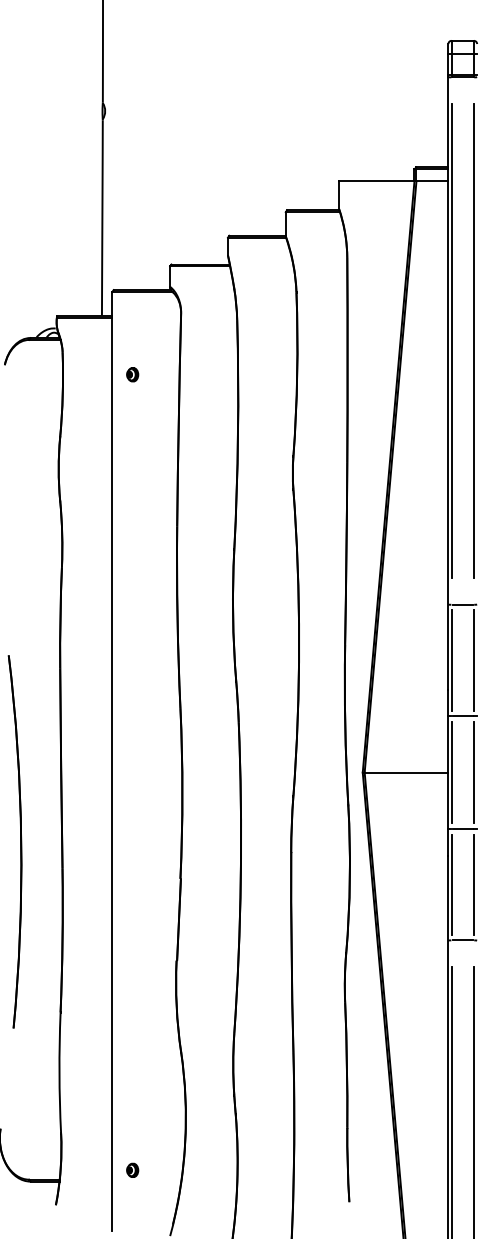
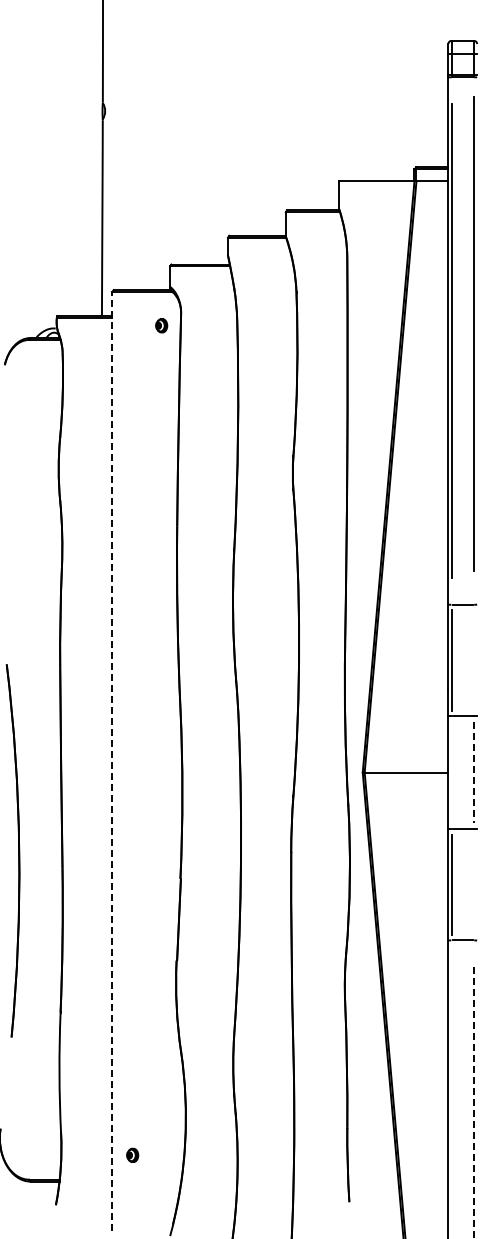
line at (473, 340) position: (473, 340) -> (473, 333)
part at (132, 374) position: (132, 374) -> (161, 325)
line at (473, 660): present -> none
line at (112, 760): solid -> dashed
line at (451, 772): present -> none
line at (473, 772): solid -> dashed
part at (14, 841) position: (14, 841) -> (12, 850)
line at (473, 884): present -> none
line at (451, 1100): present -> none
line at (473, 1102): solid -> dashed
part at (132, 1169) position: (132, 1169) -> (132, 1154)
